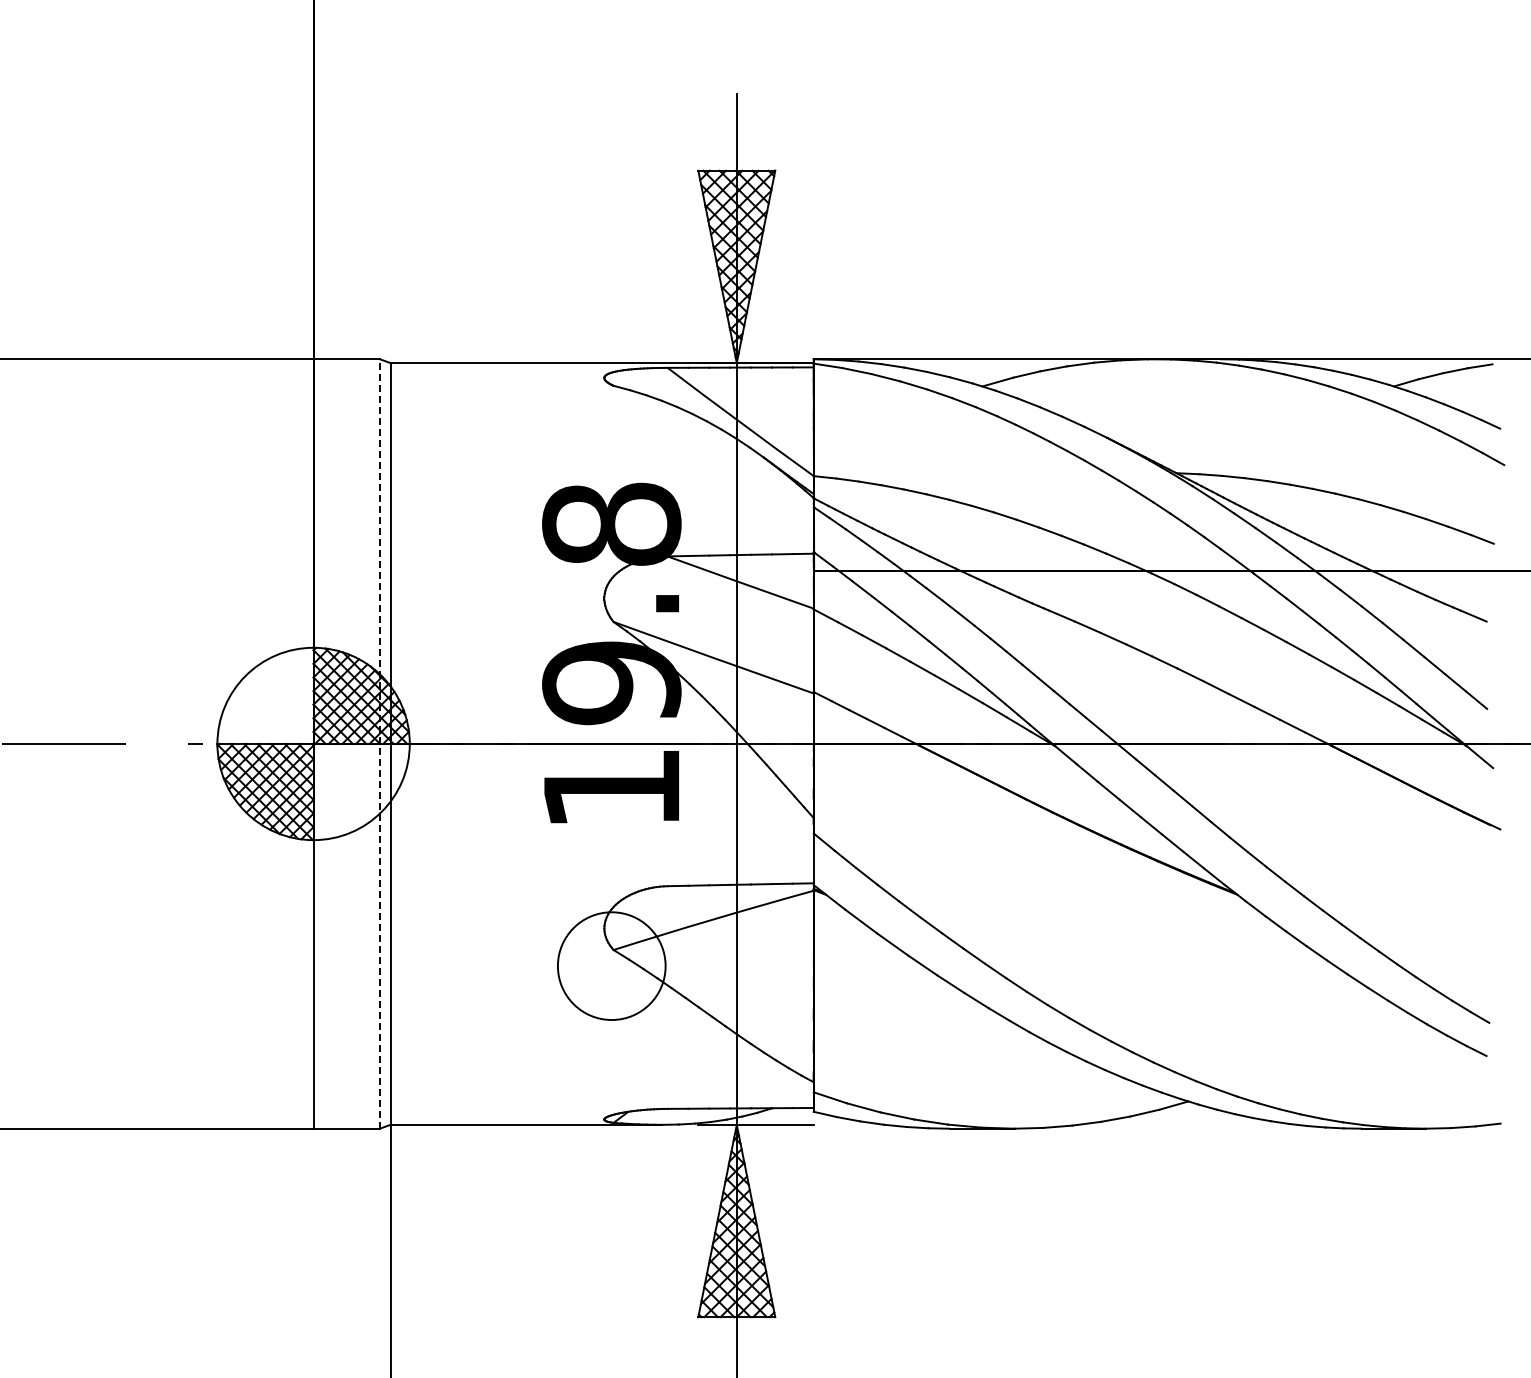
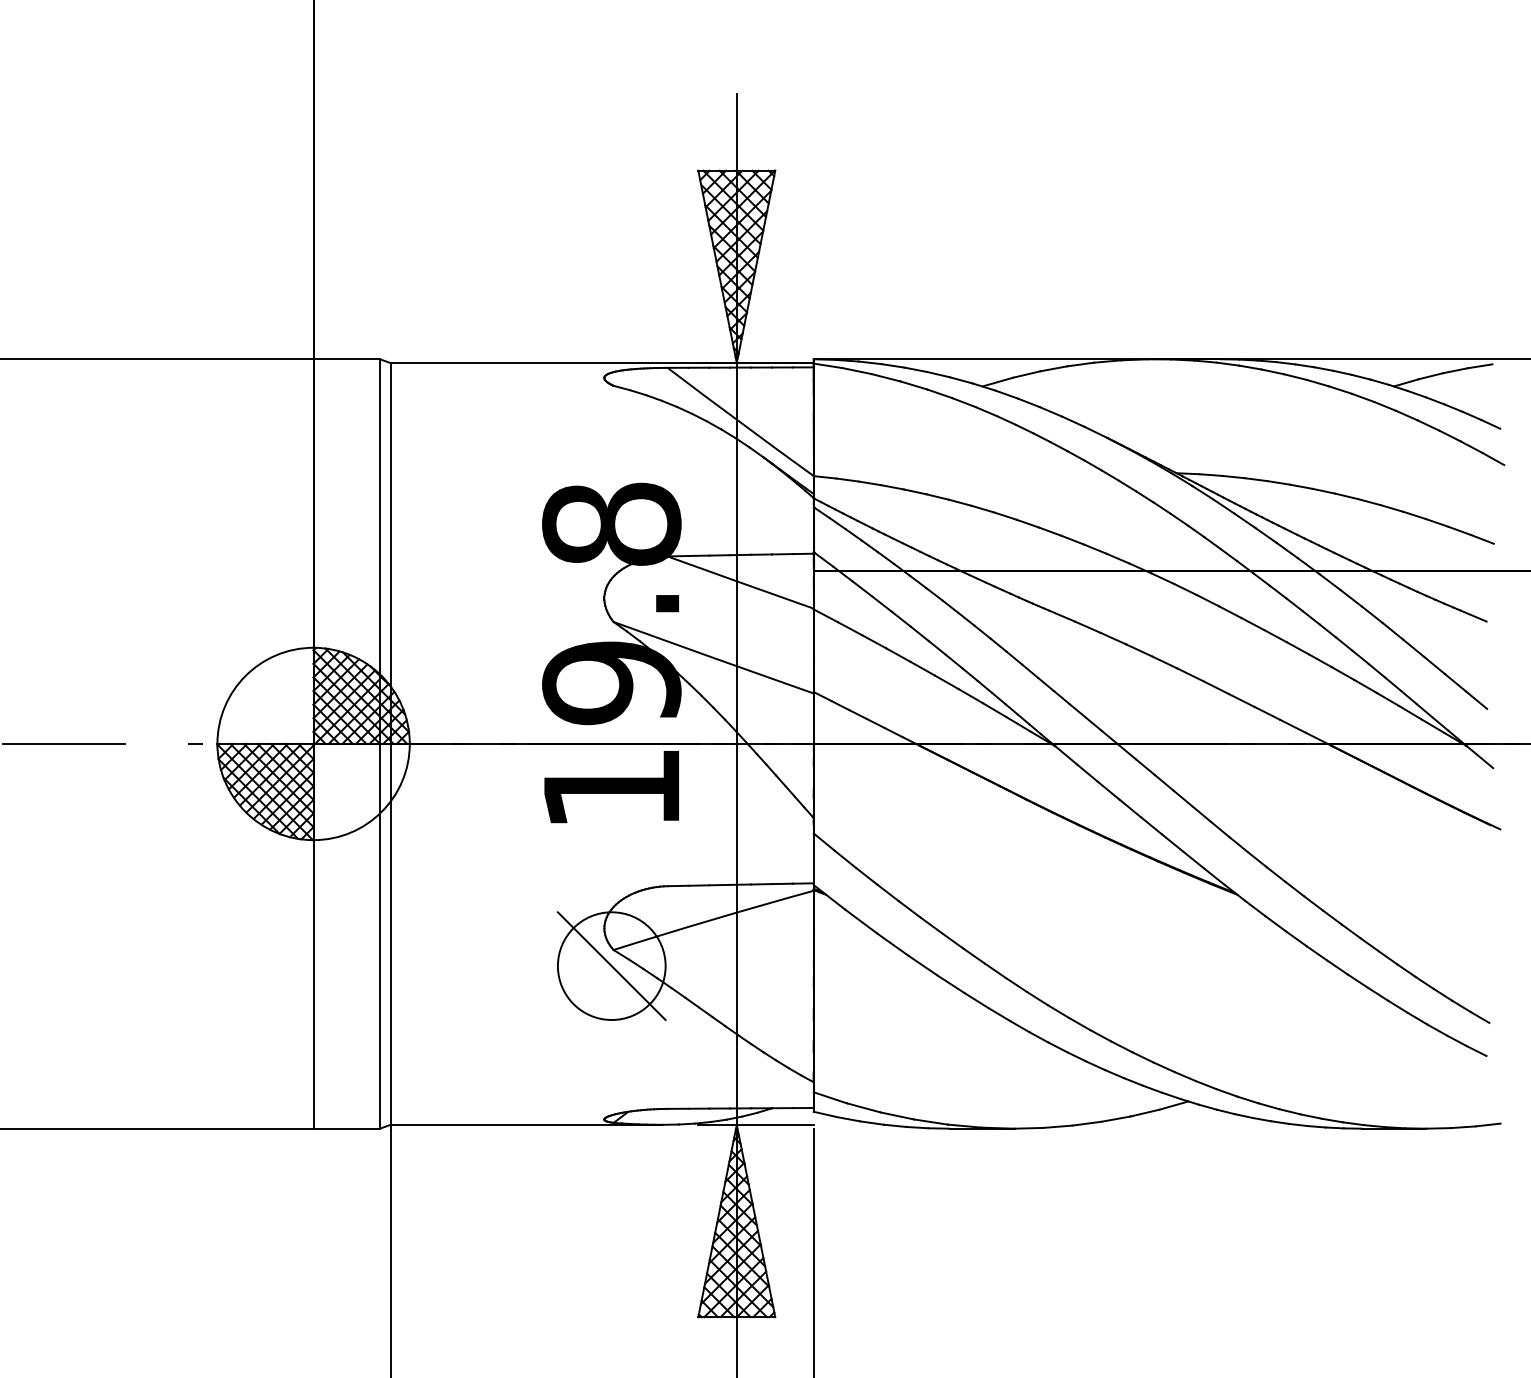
line at (379, 743): dashed -> solid
line at (611, 966): none -> present
line at (813, 1251): none -> present
